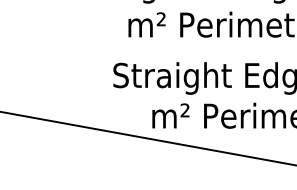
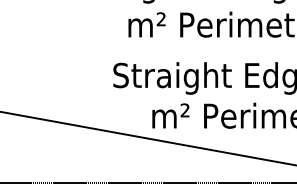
line at (147, 182): none -> present
